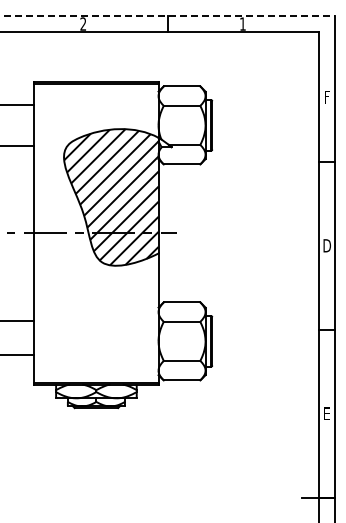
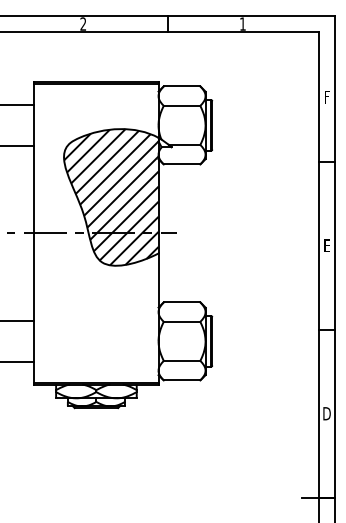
line at (168, 15): dashed -> solid
text at (326, 245): D -> E
line at (18, 354) position: (18, 354) -> (18, 361)
text at (326, 413): E -> D
